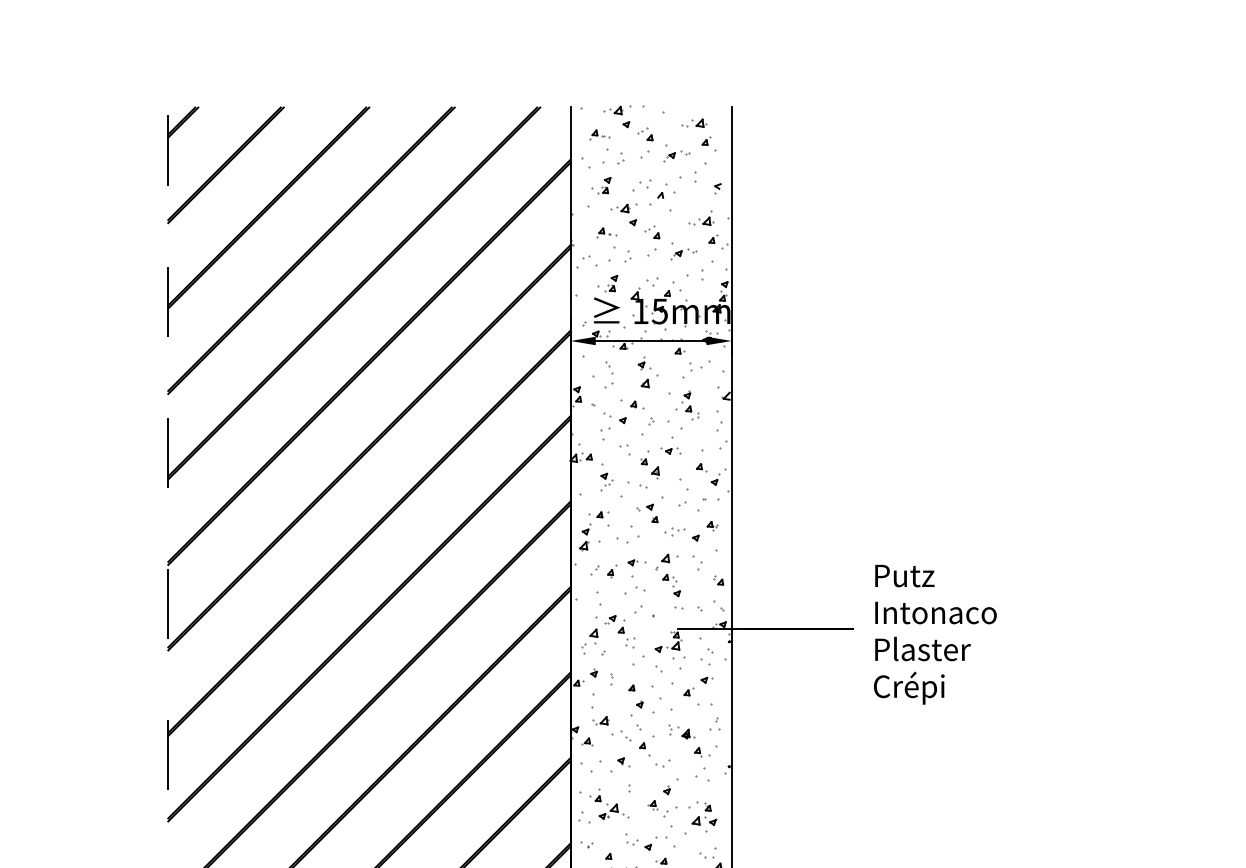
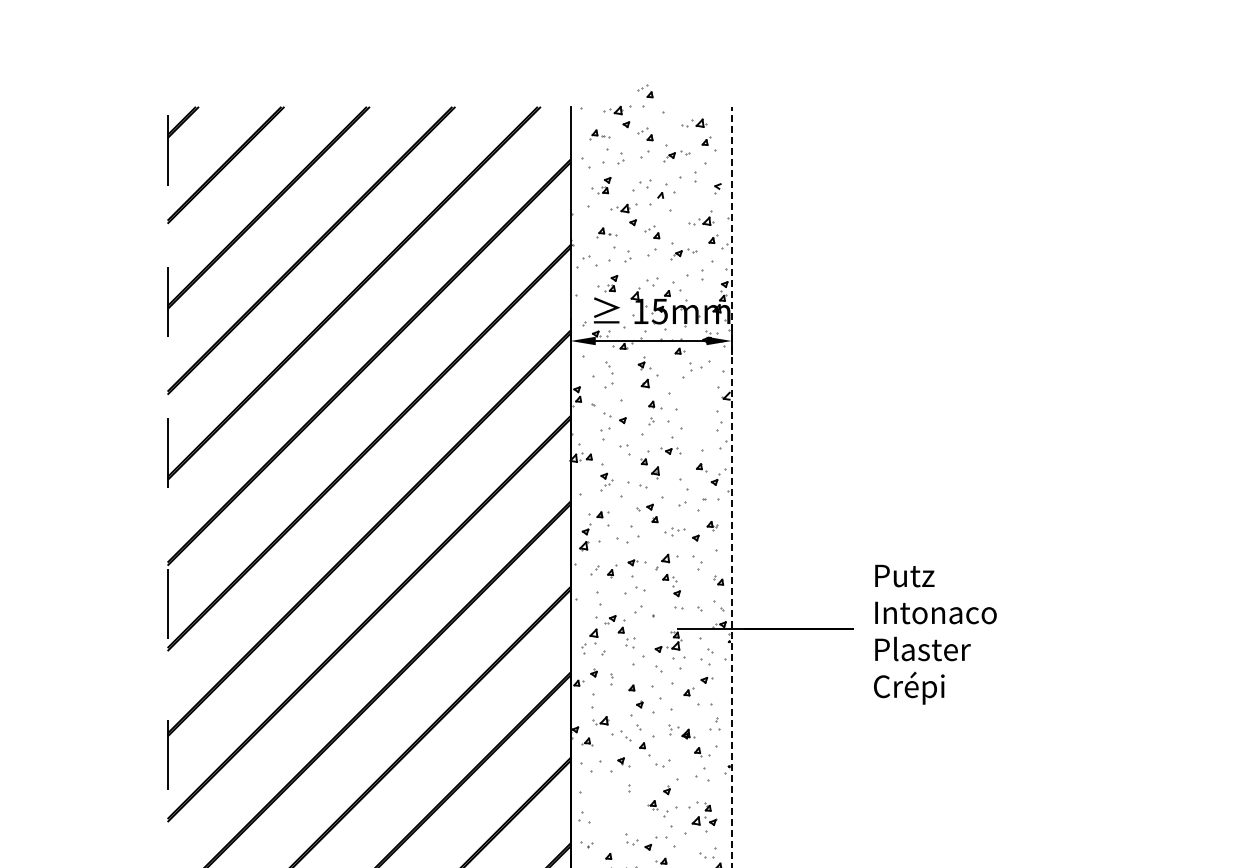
part at (645, 91): none -> present
part at (637, 404) position: (637, 404) -> (655, 404)
part at (690, 405): present -> none
line at (731, 486): solid -> dashed
part at (609, 803): present -> none
